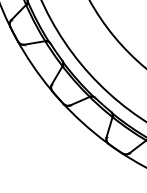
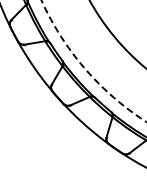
circle at (93, 60): solid -> dashed
